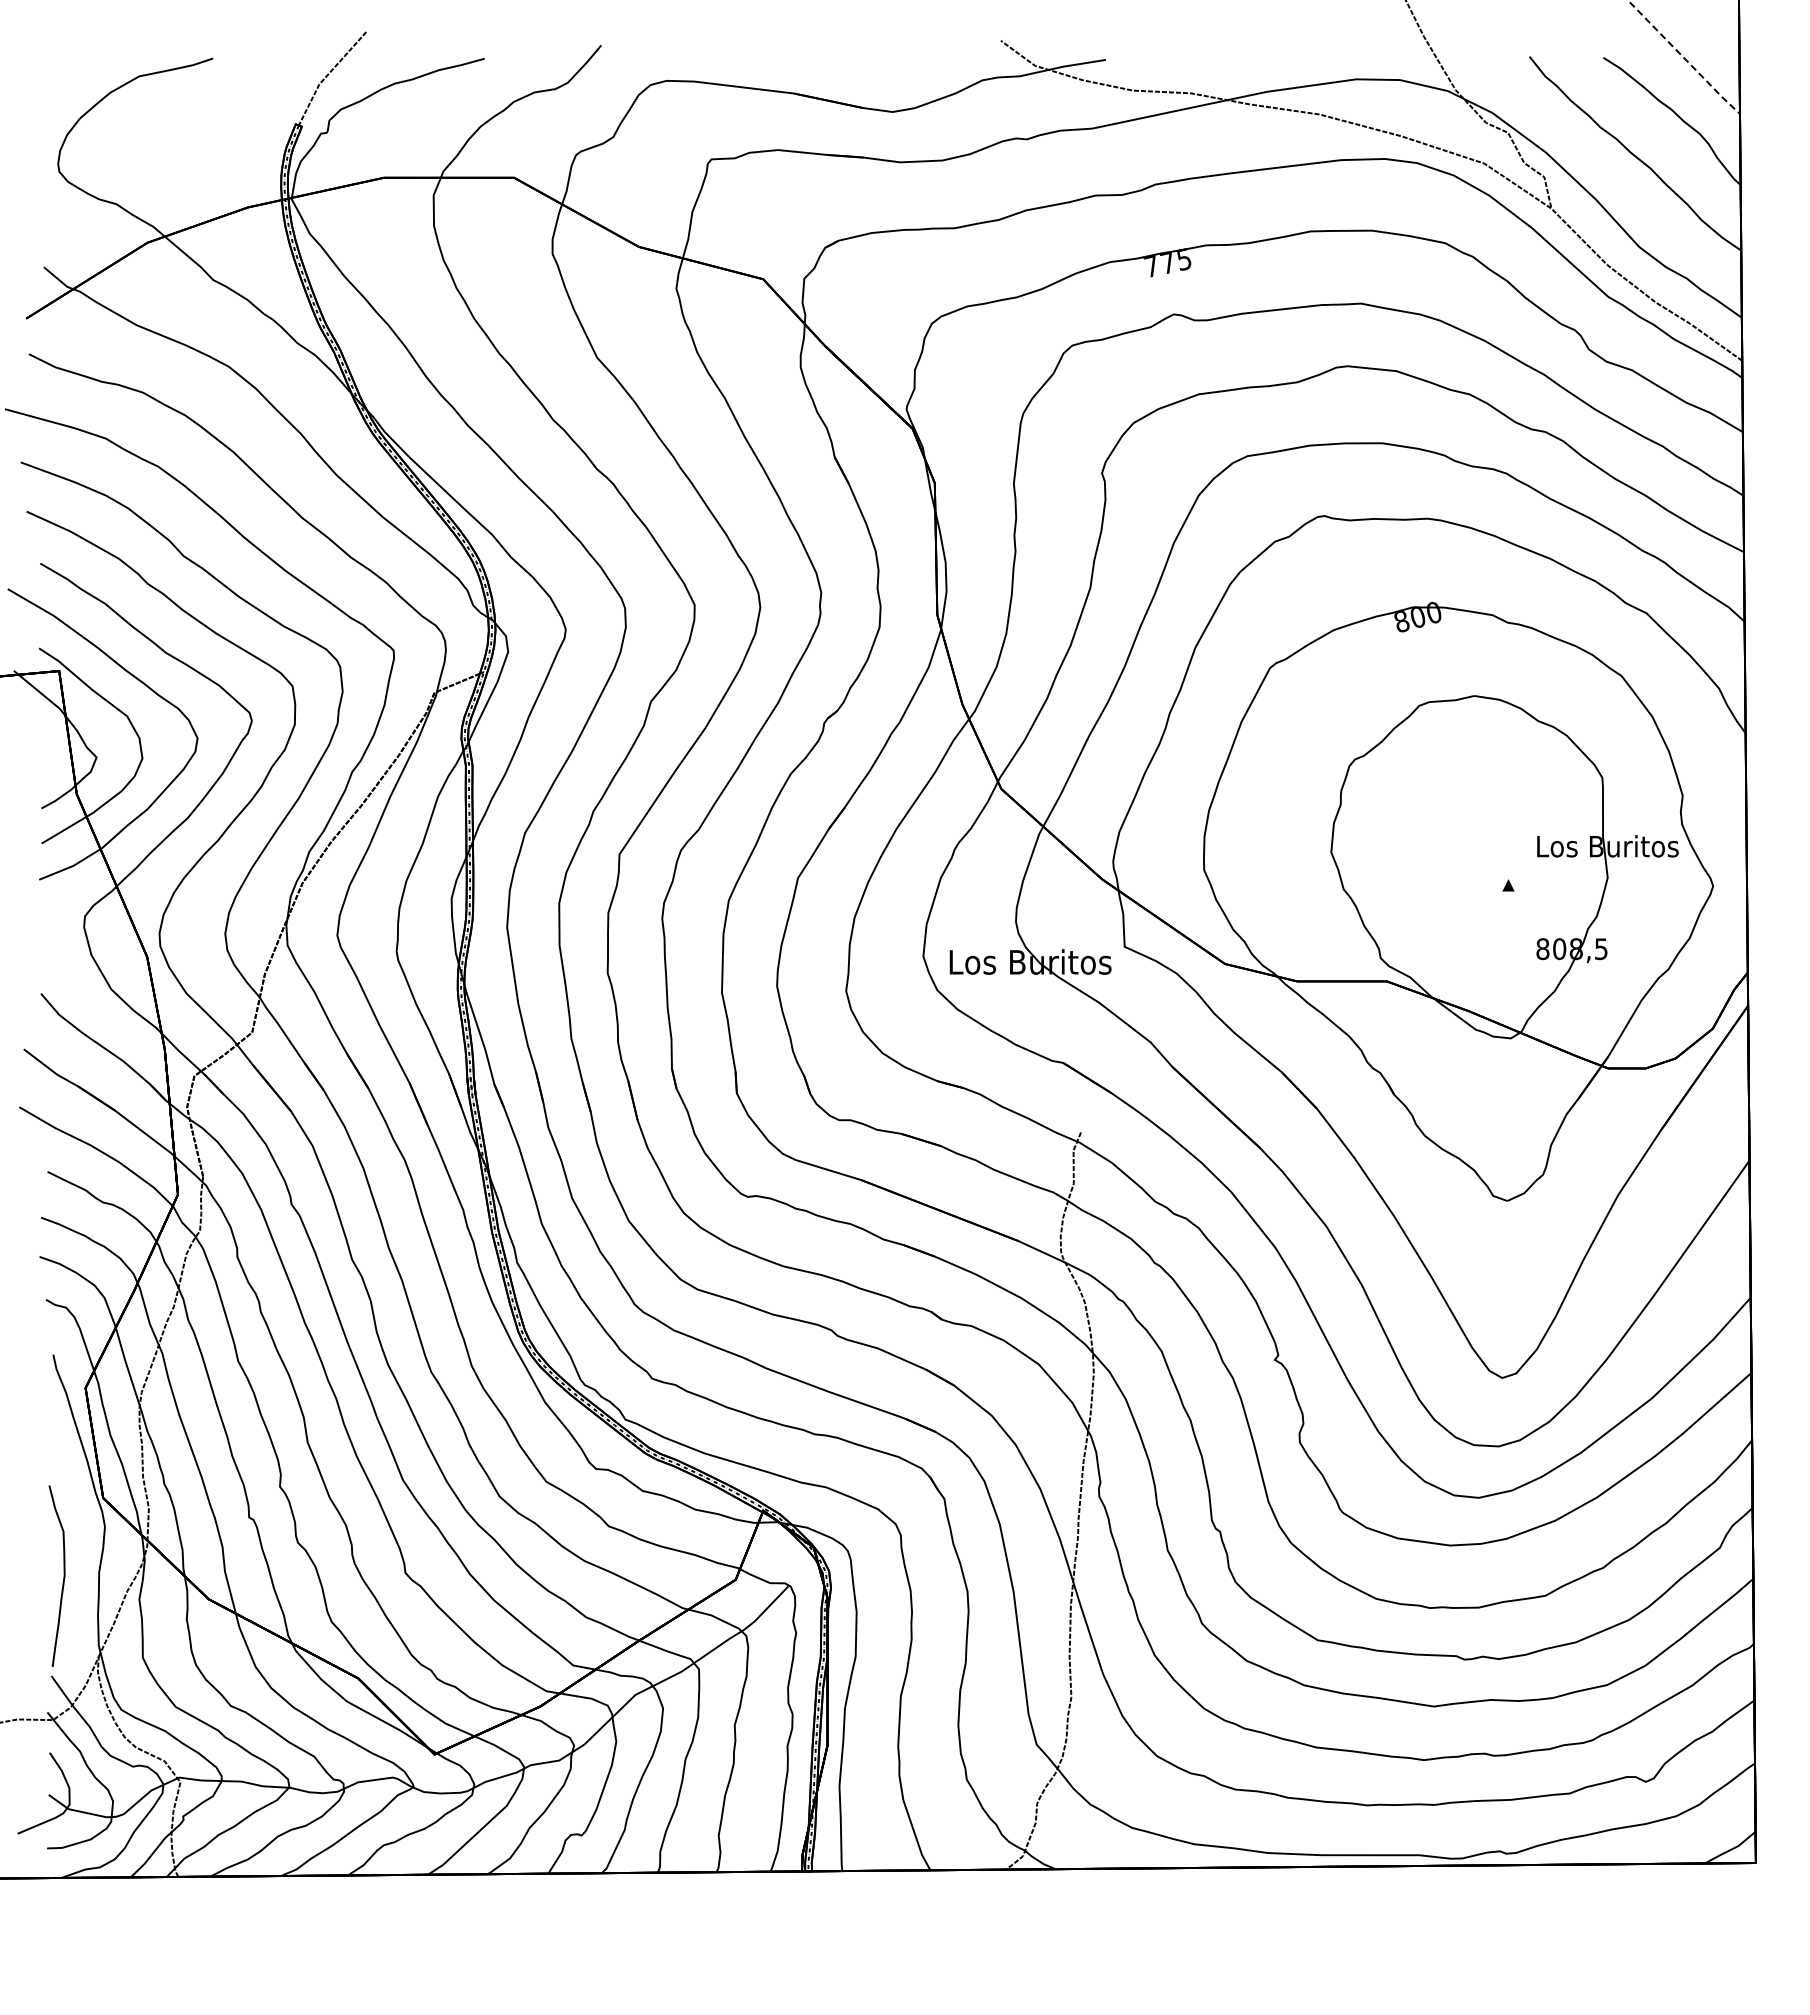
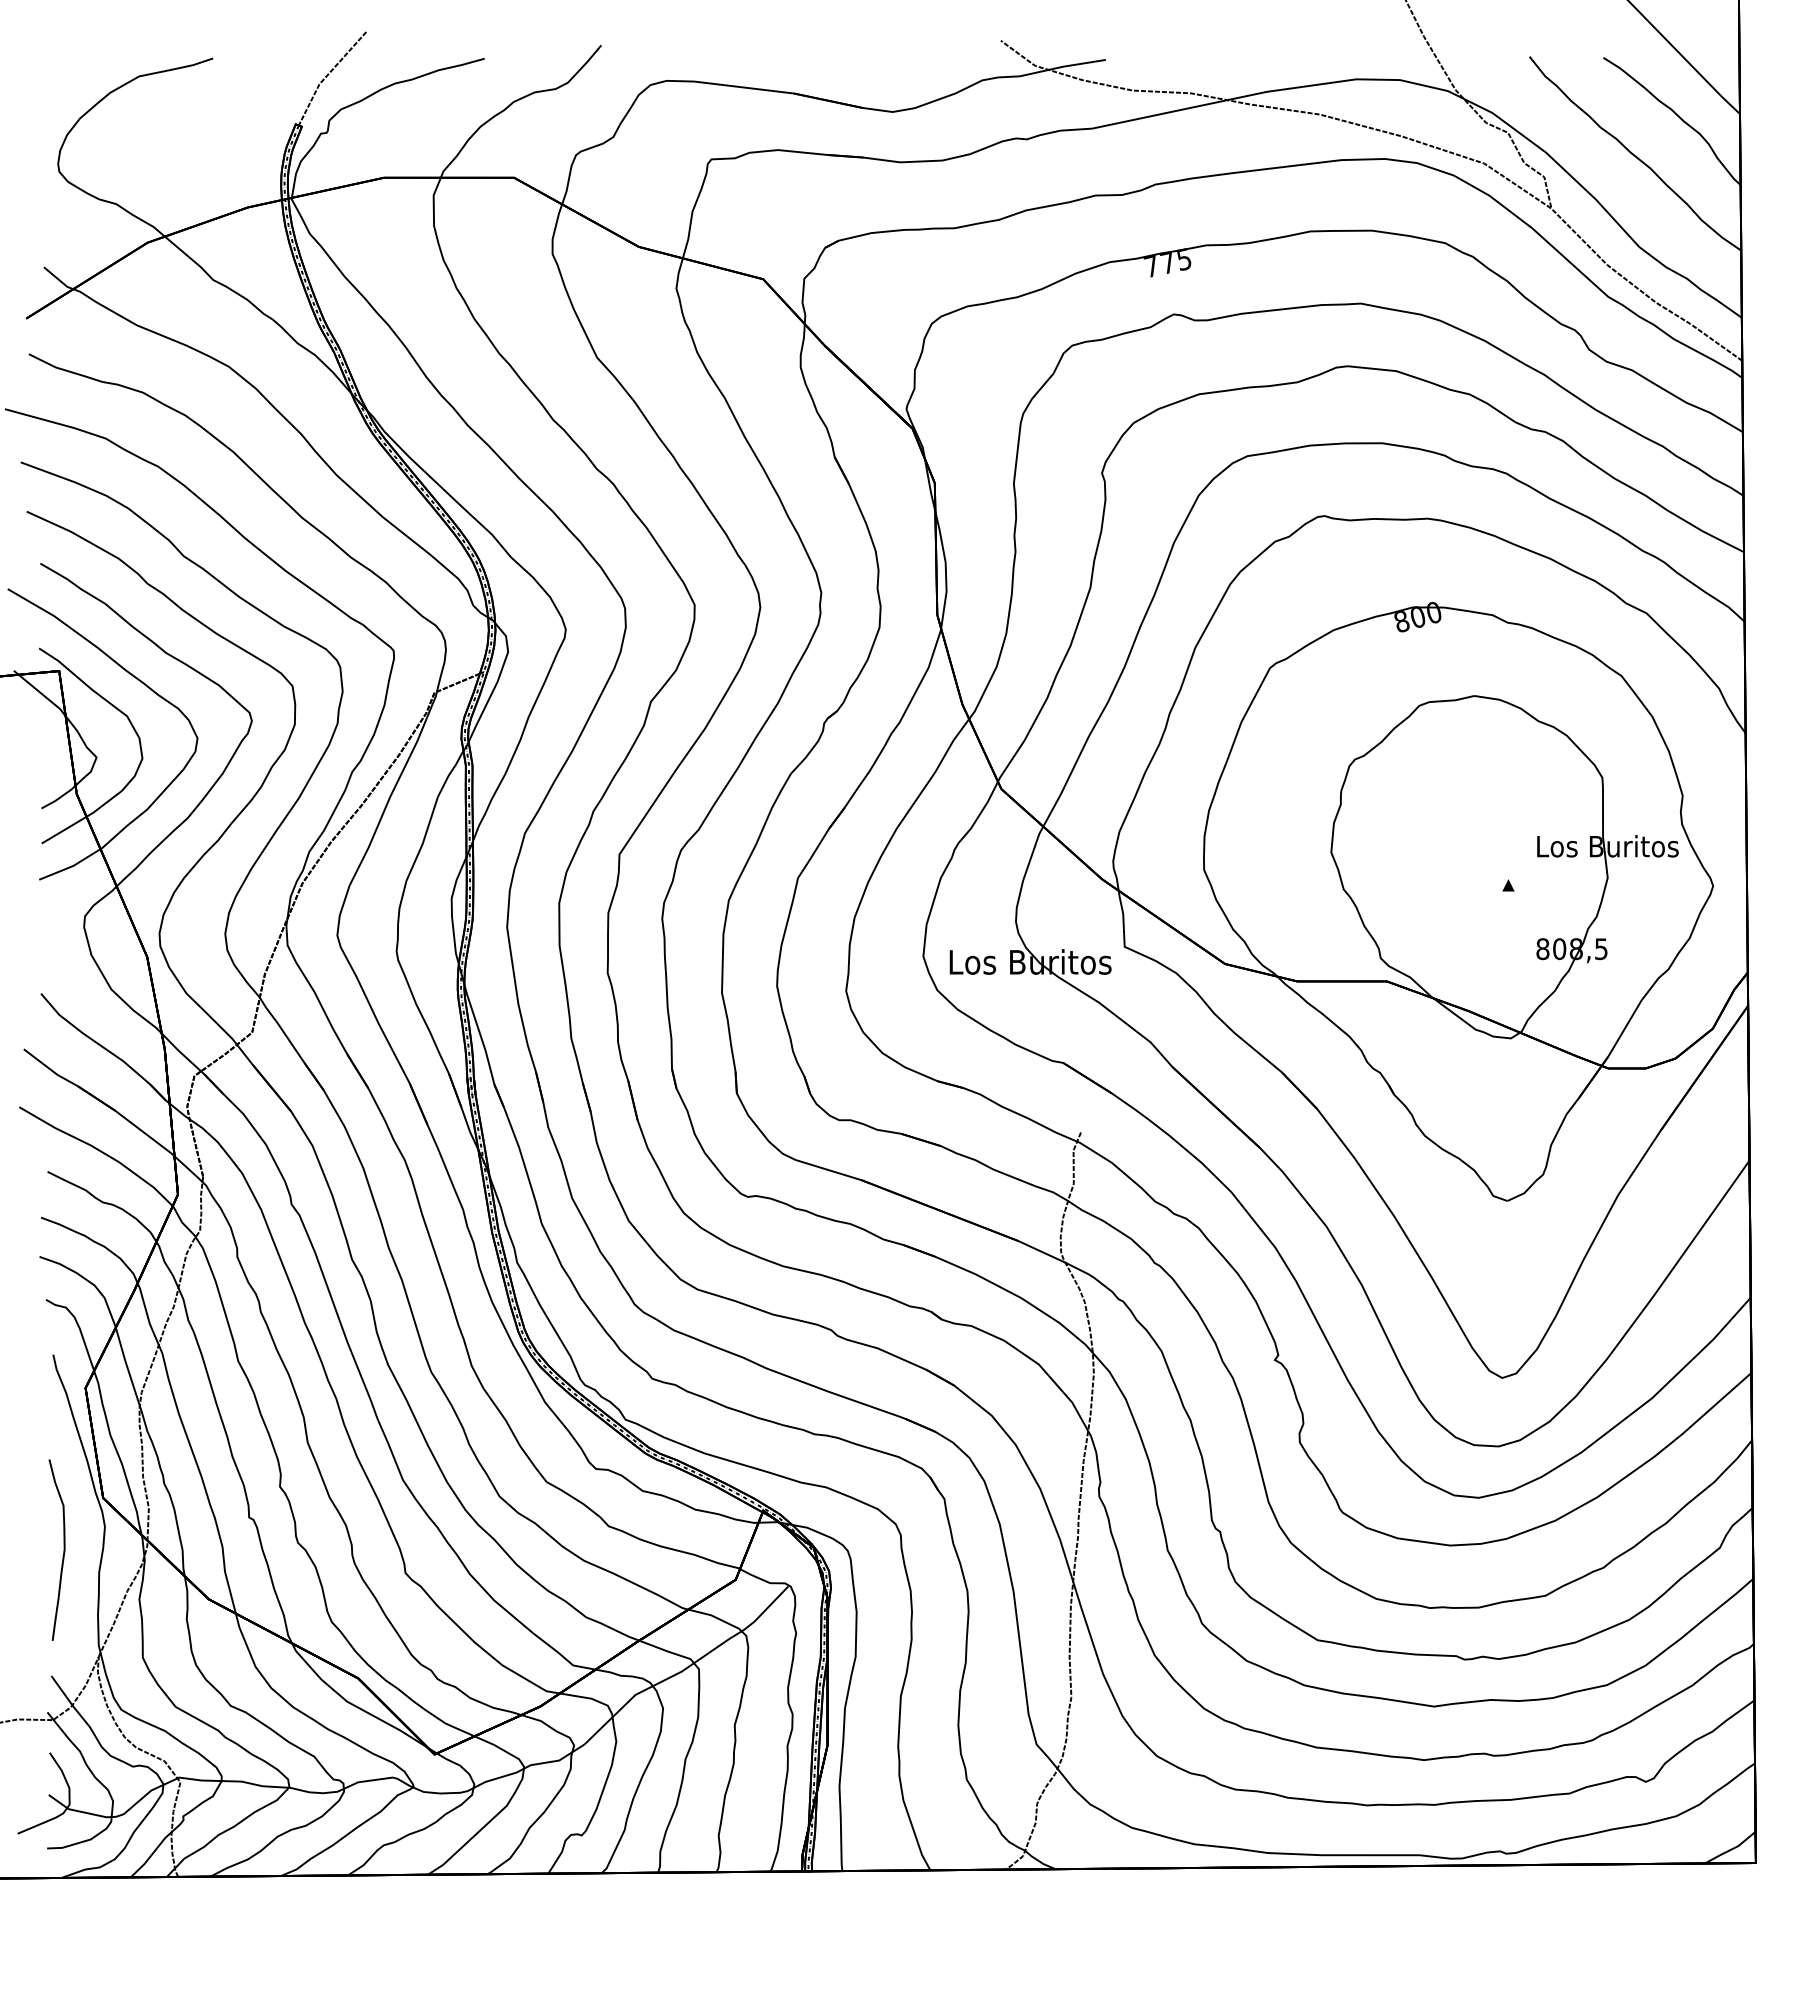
line at (1684, 58): dashed -> solid
curve at (63, 1575) position: (63, 1575) -> (63, 1549)
